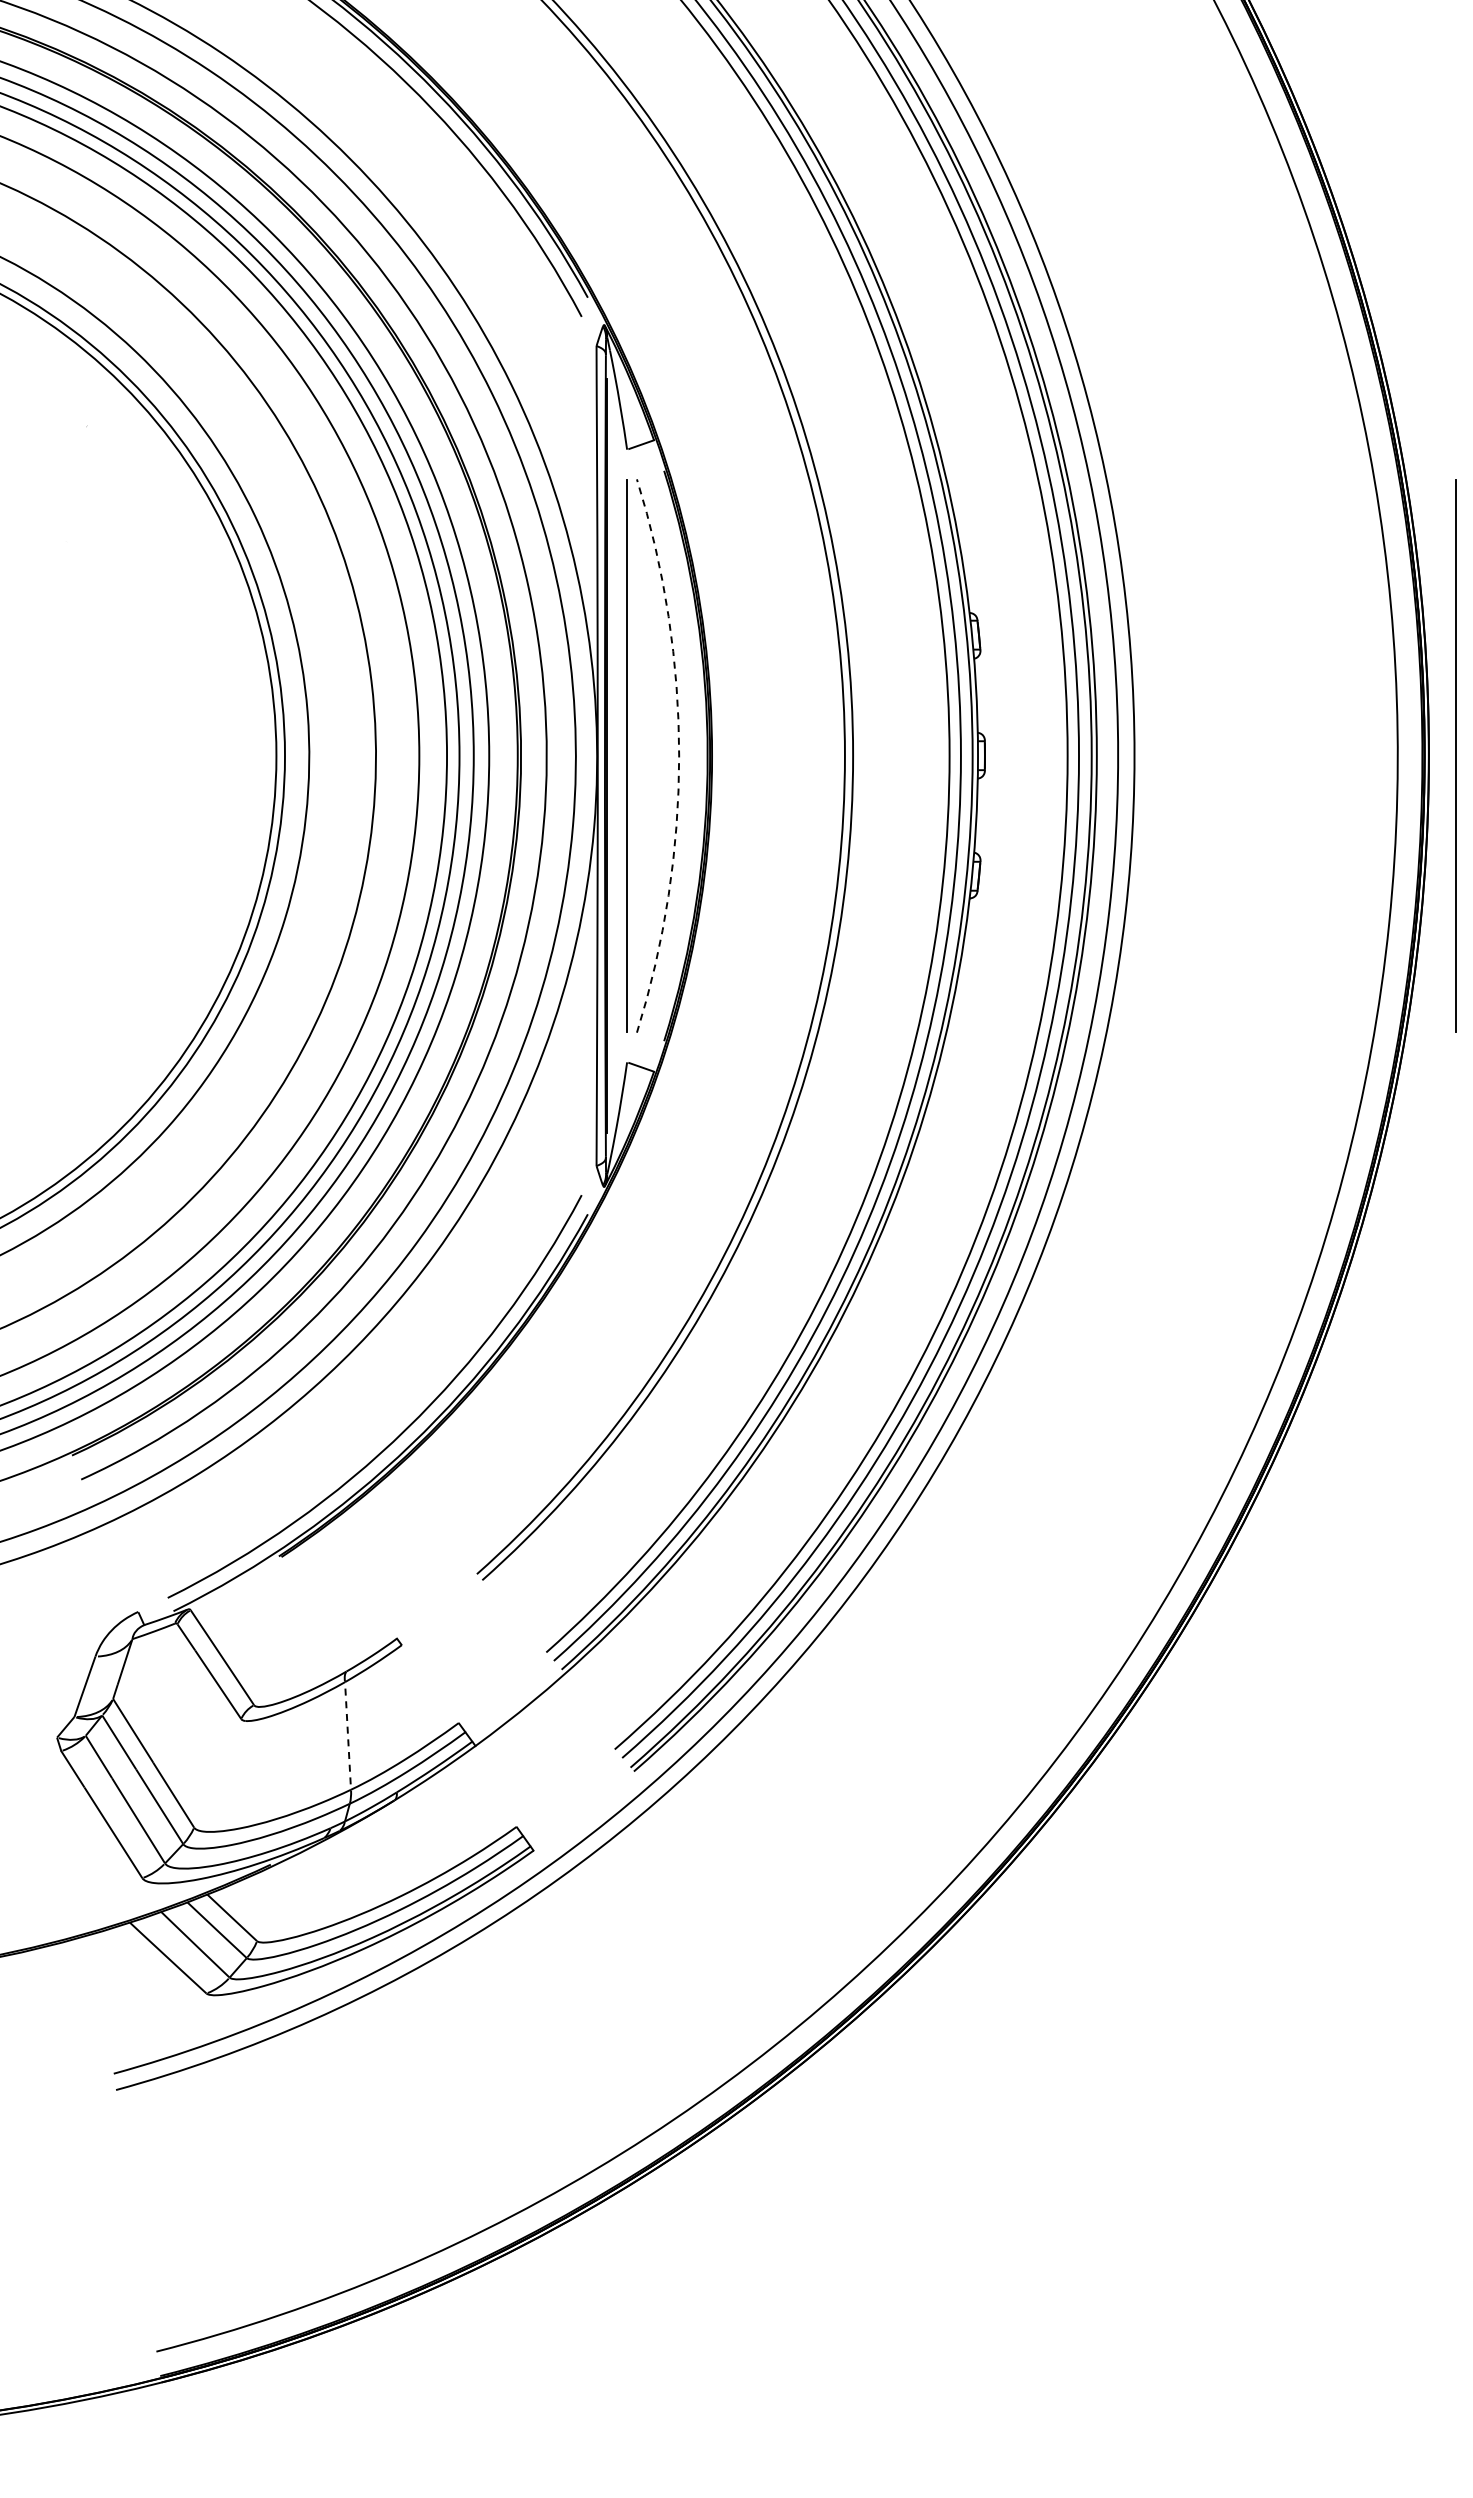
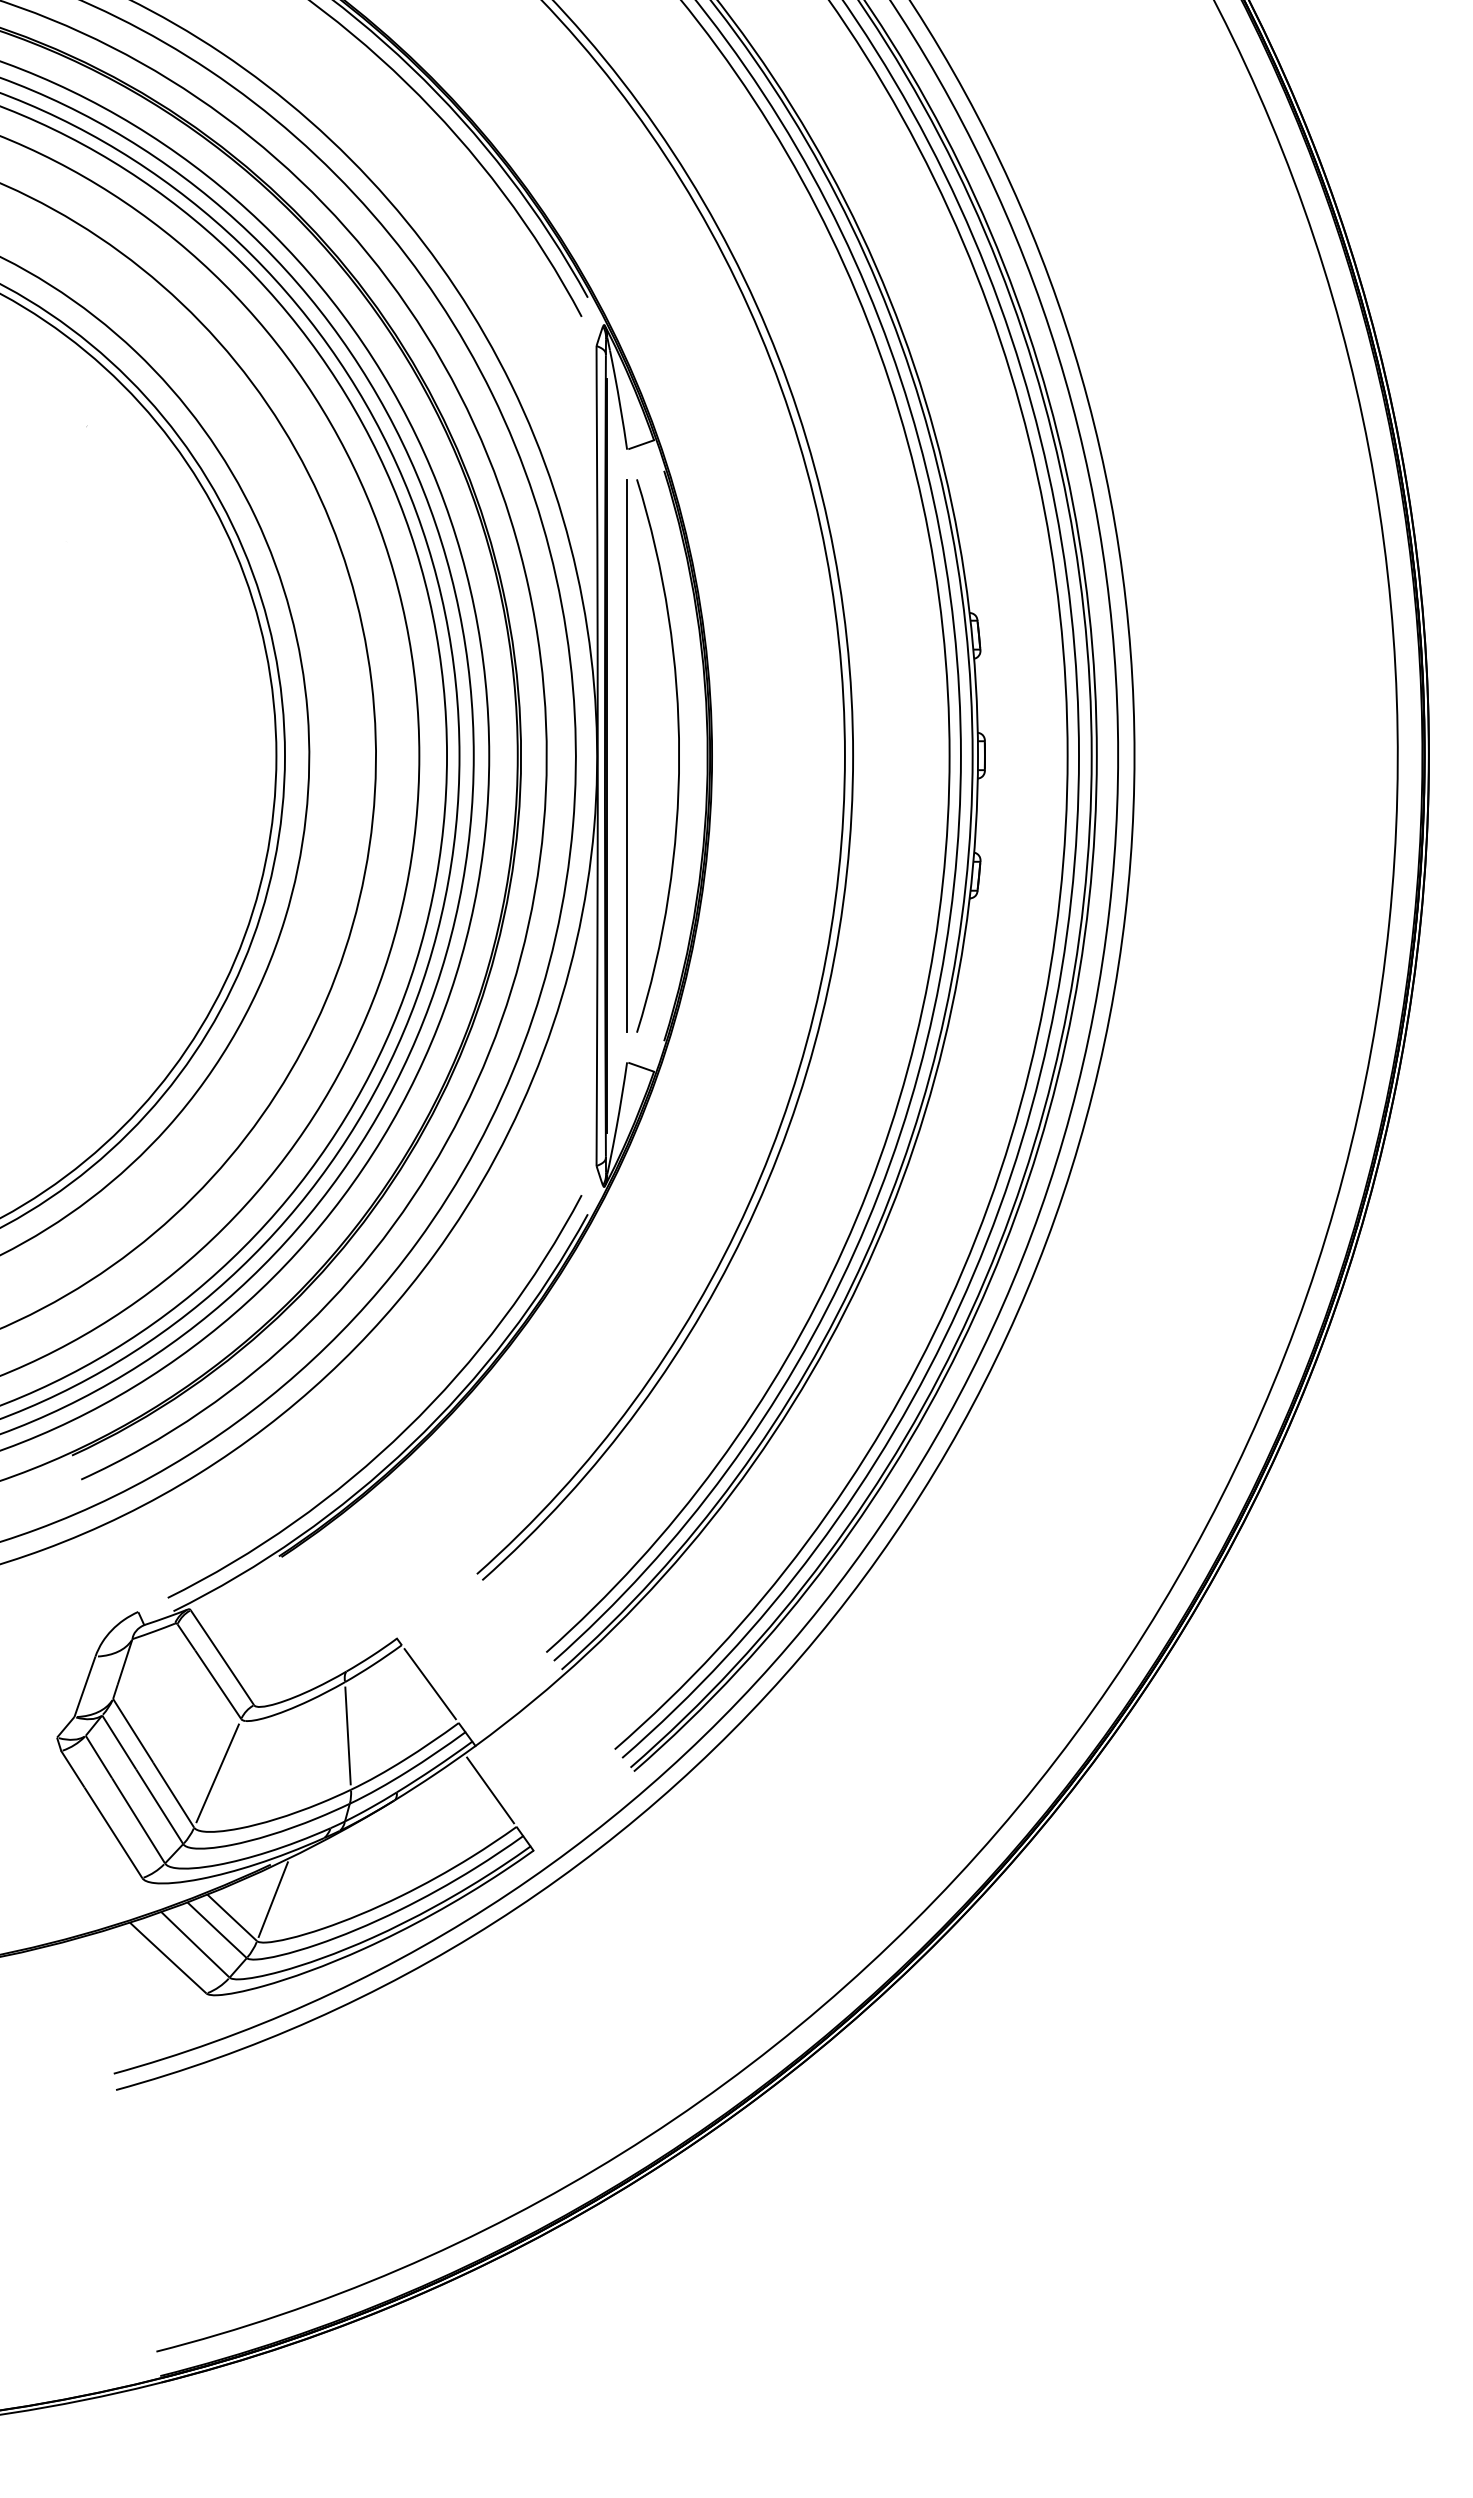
line at (1455, 755): present -> none
arc at (679, 756): dashed -> solid
line at (429, 1684): none -> present
line at (348, 1735): dashed -> solid
line at (217, 1773): none -> present
line at (490, 1790): none -> present
line at (272, 1899): none -> present
